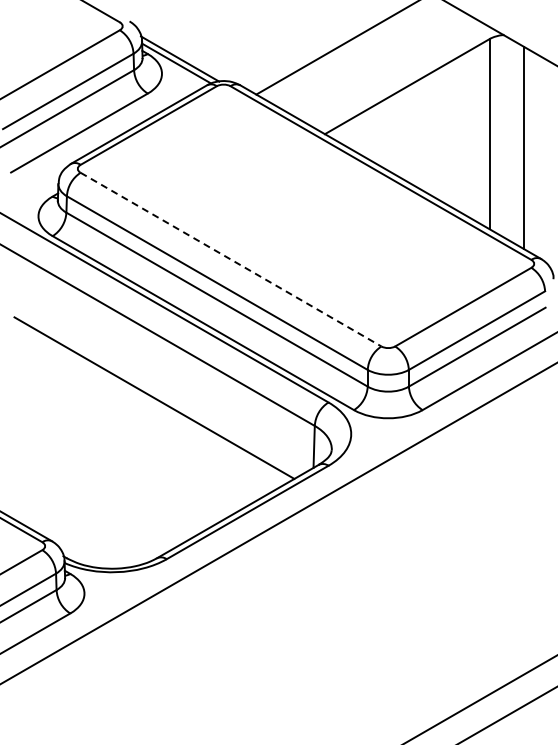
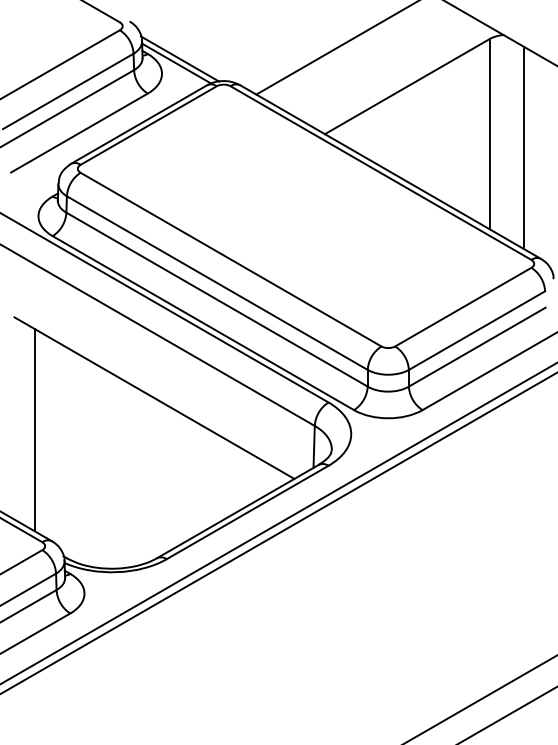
line at (231, 259): dashed -> solid
line at (35, 430): none -> present
line at (278, 533): none -> present
